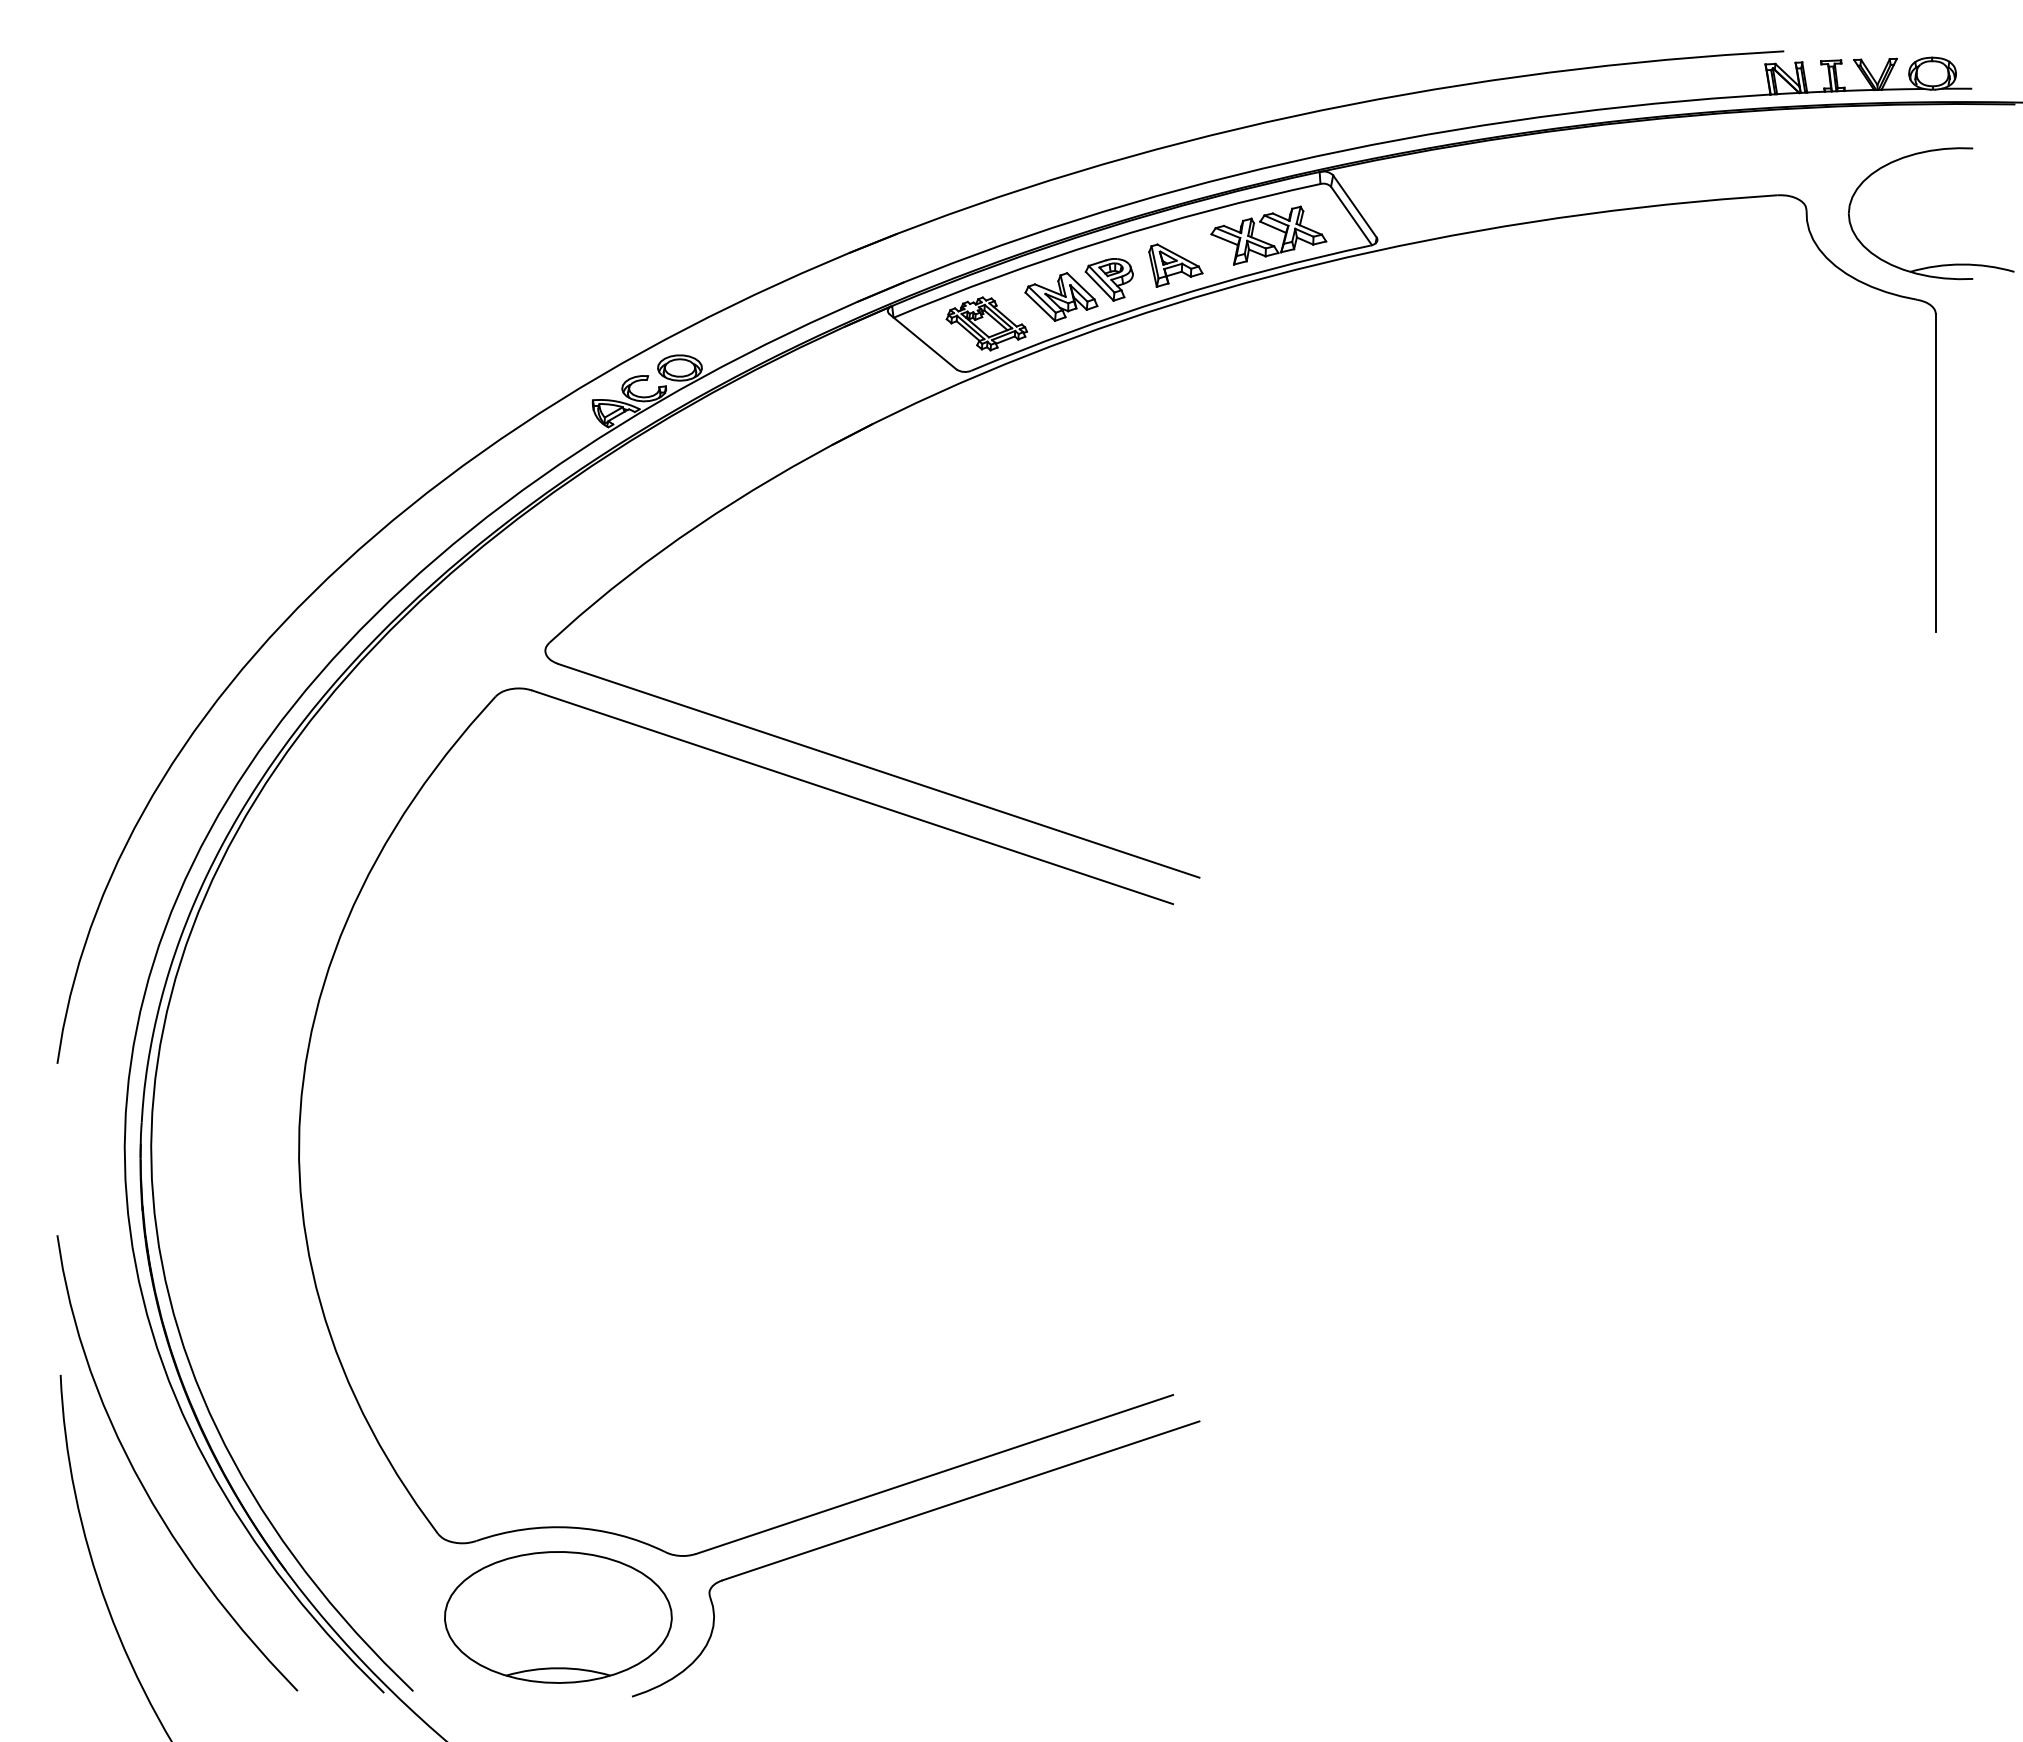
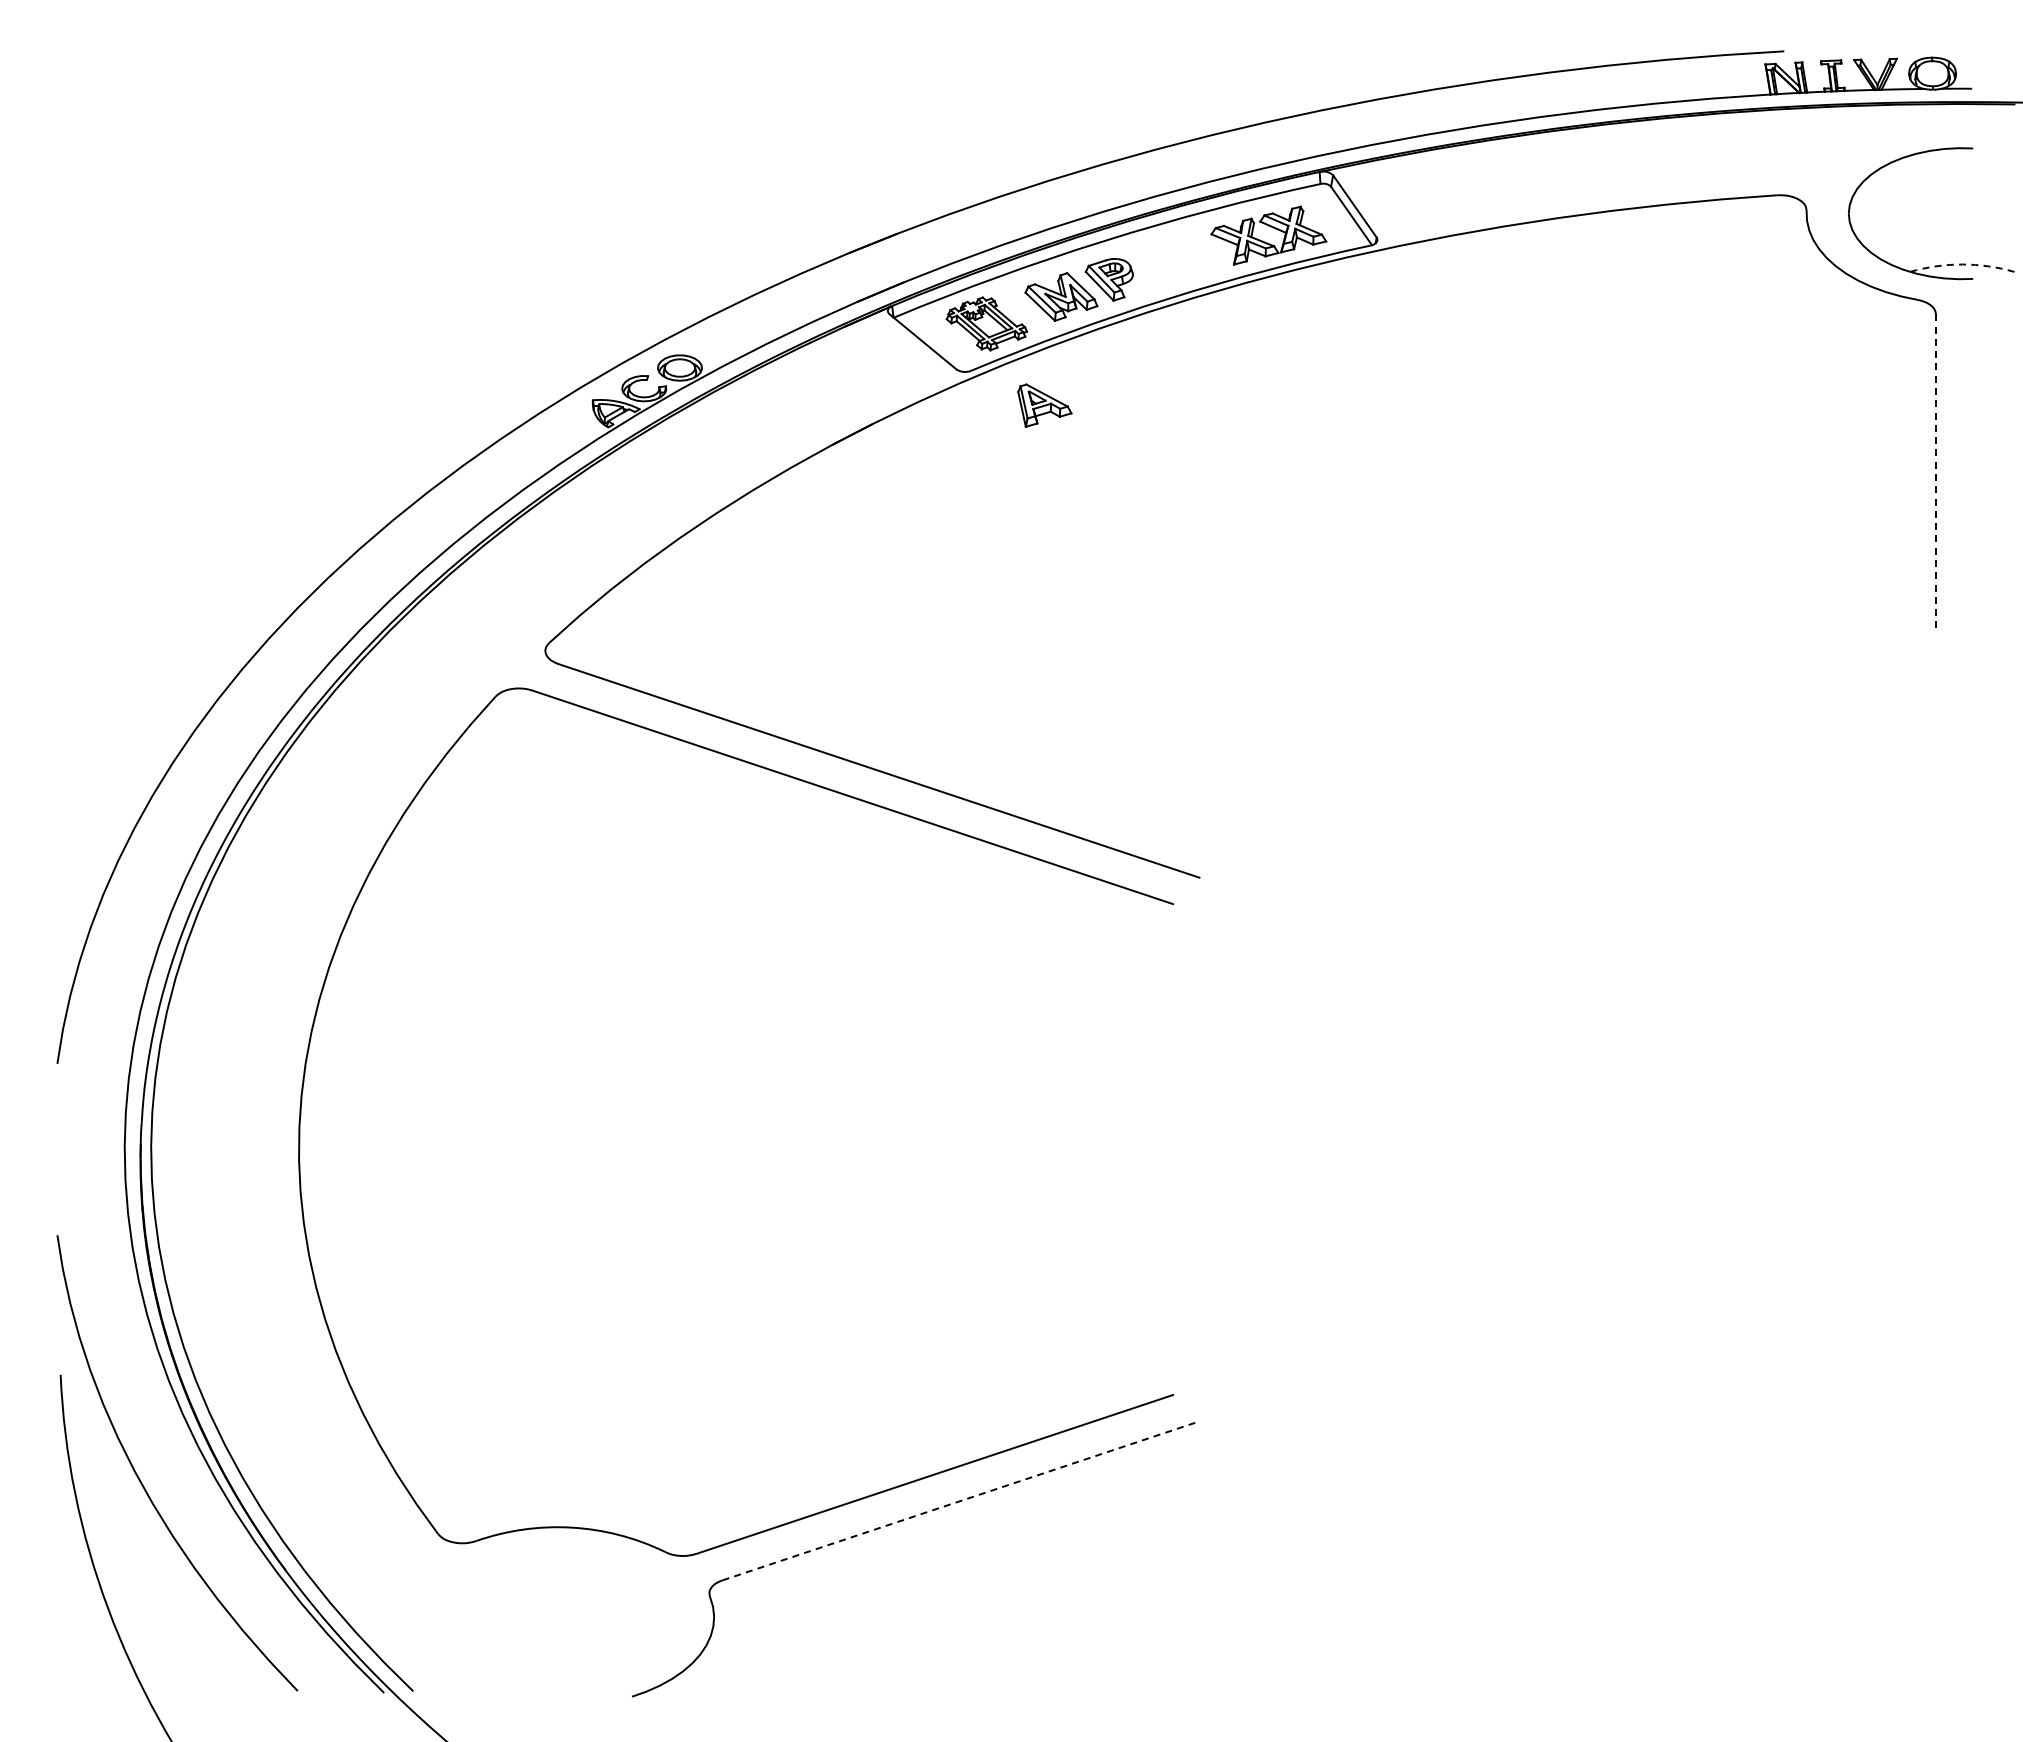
arc at (1962, 264): solid -> dashed
part at (1175, 265) position: (1175, 265) -> (1044, 405)
line at (1935, 473): solid -> dashed
line at (961, 1500): solid -> dashed
part at (558, 1617): present -> none
